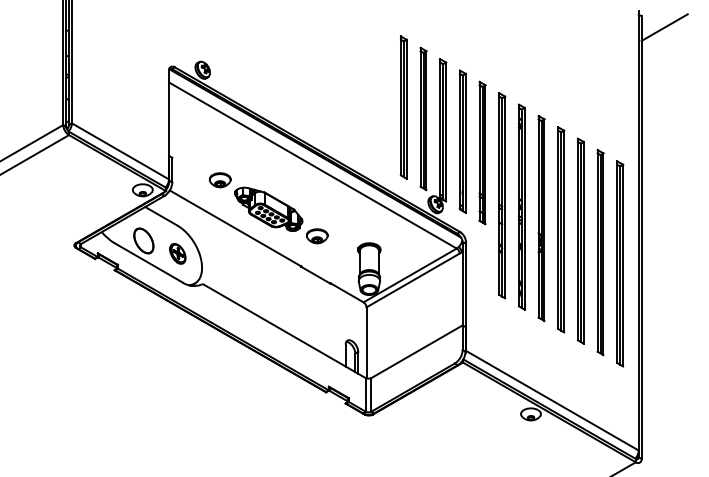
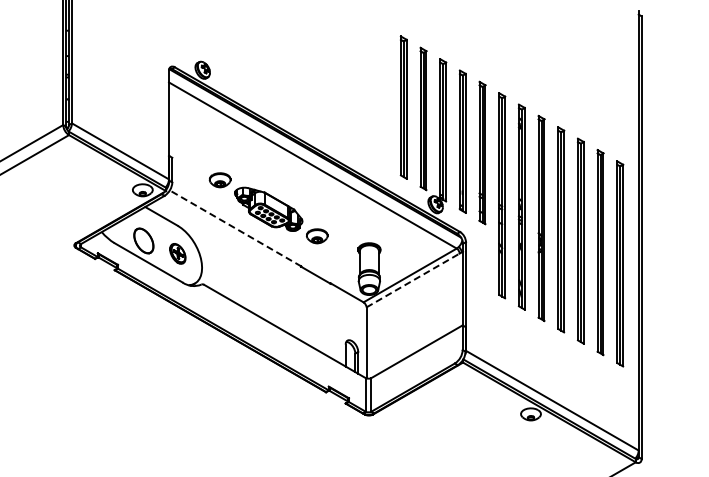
line at (664, 27): present -> none
line at (235, 228): solid -> dashed
line at (413, 280): solid -> dashed
